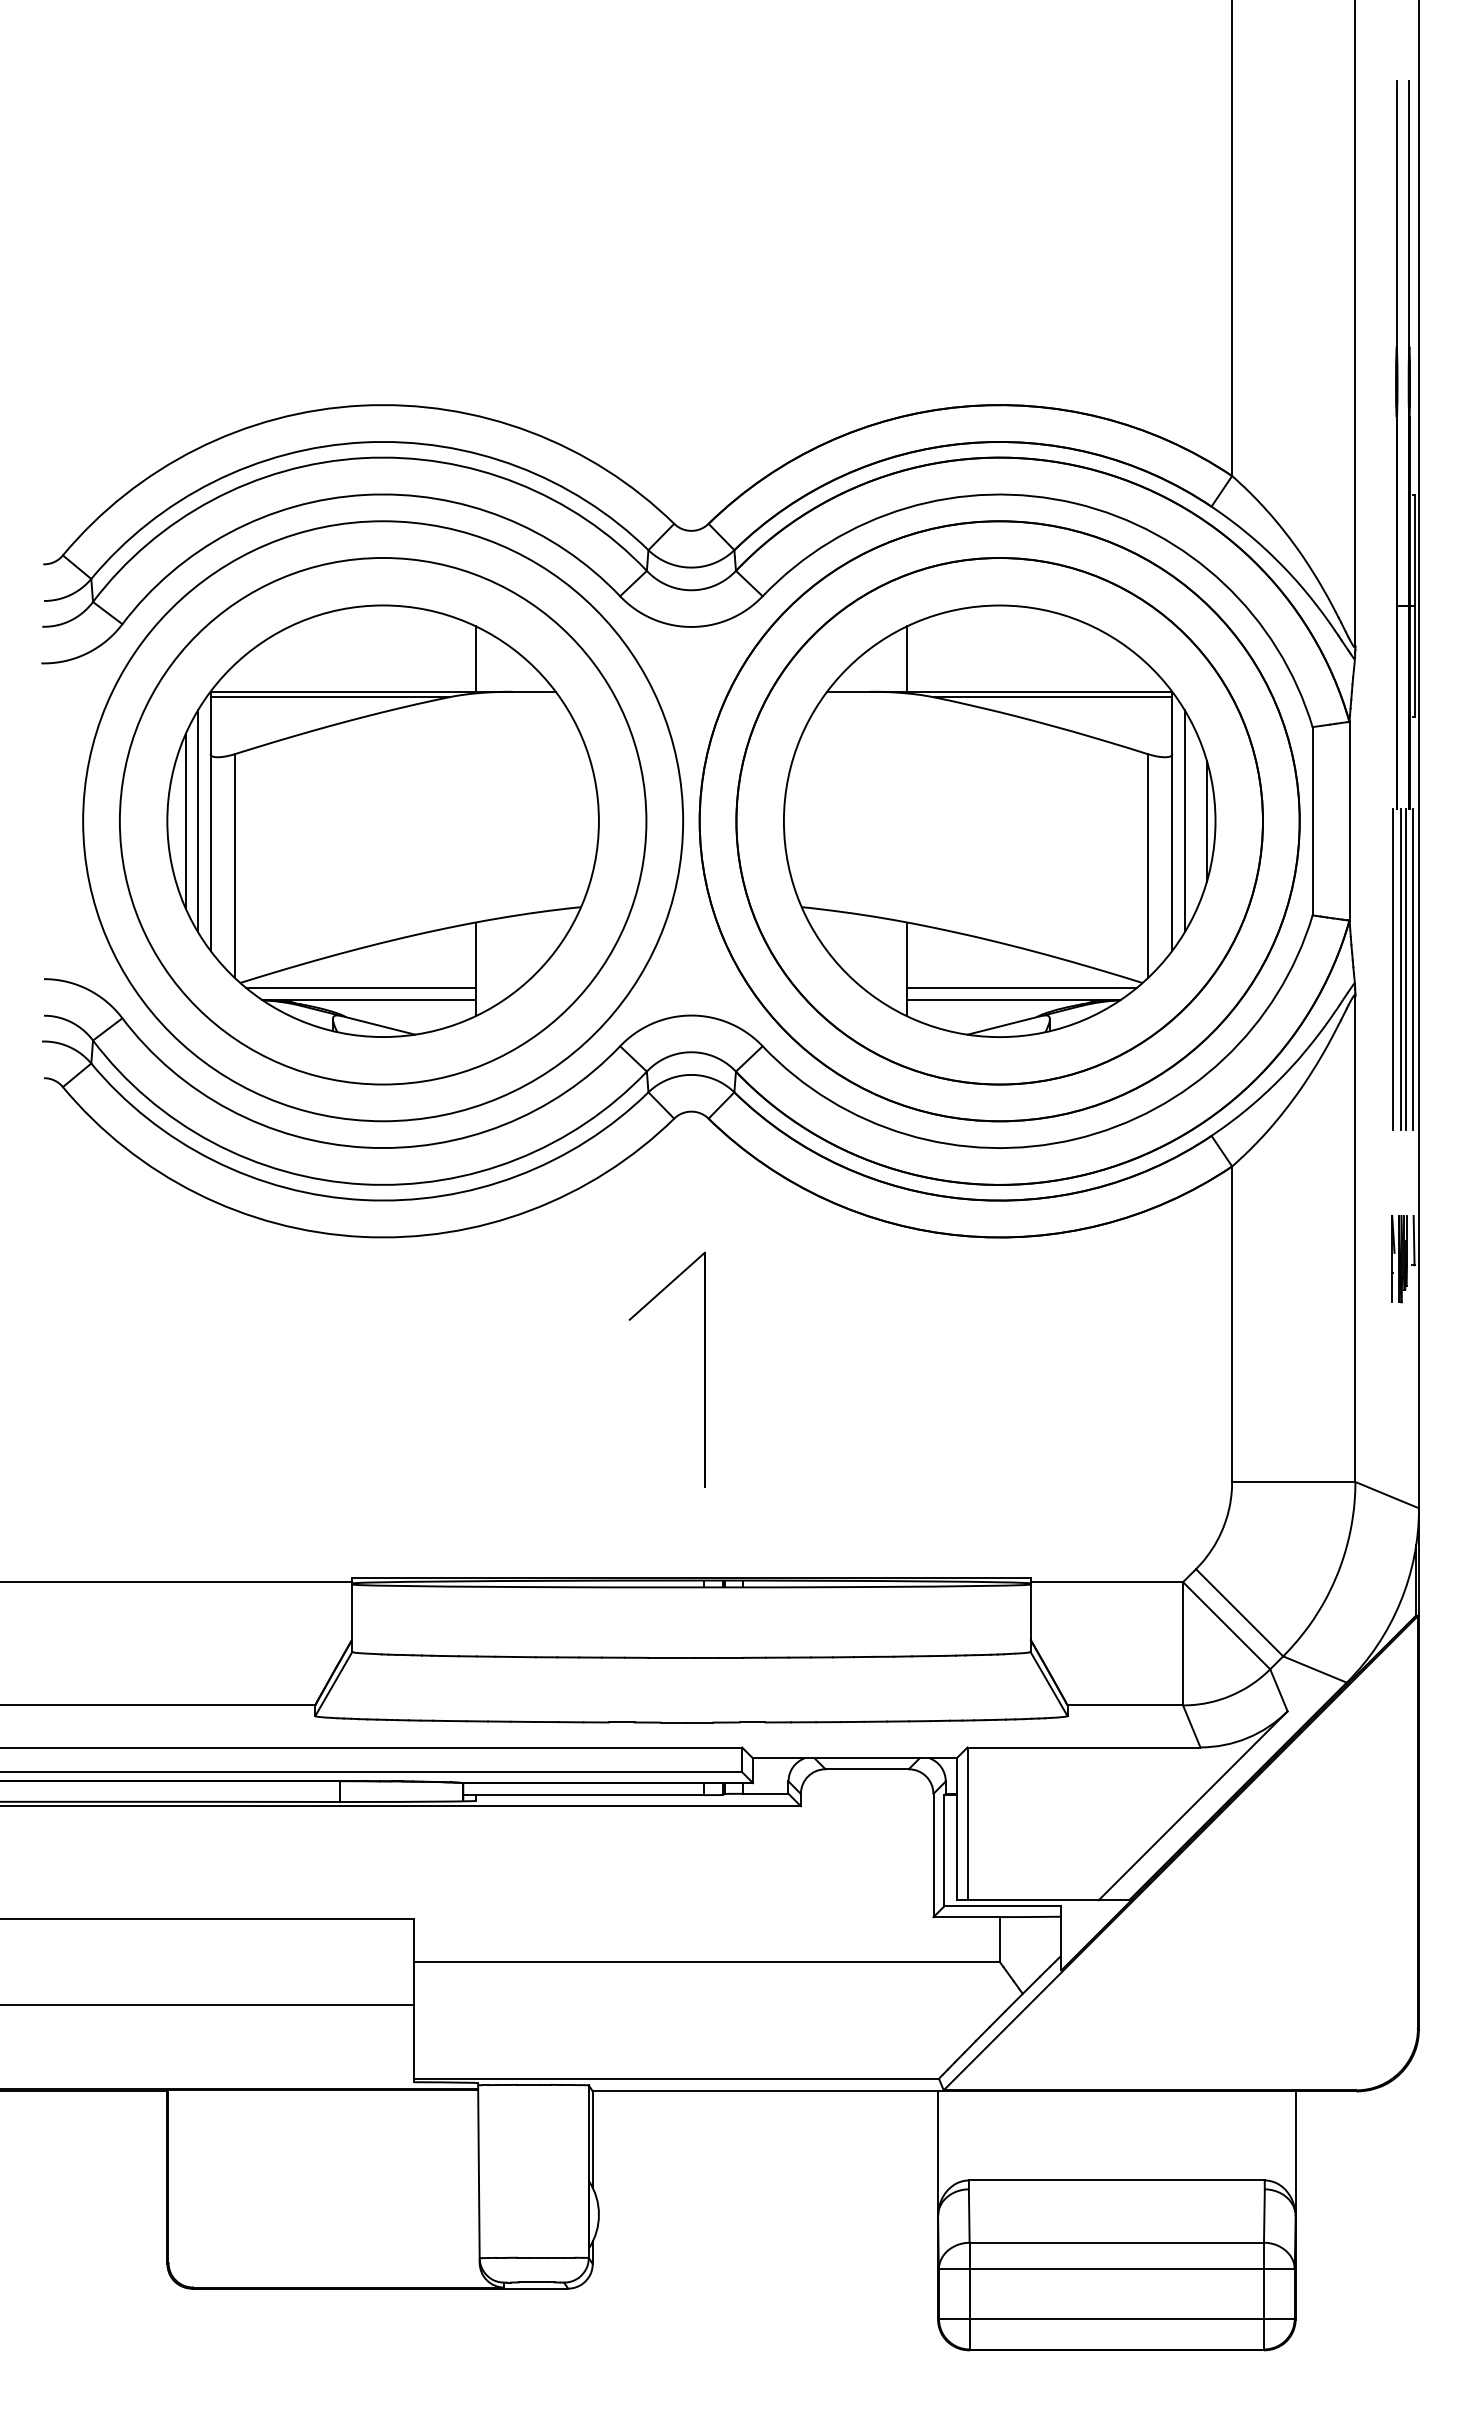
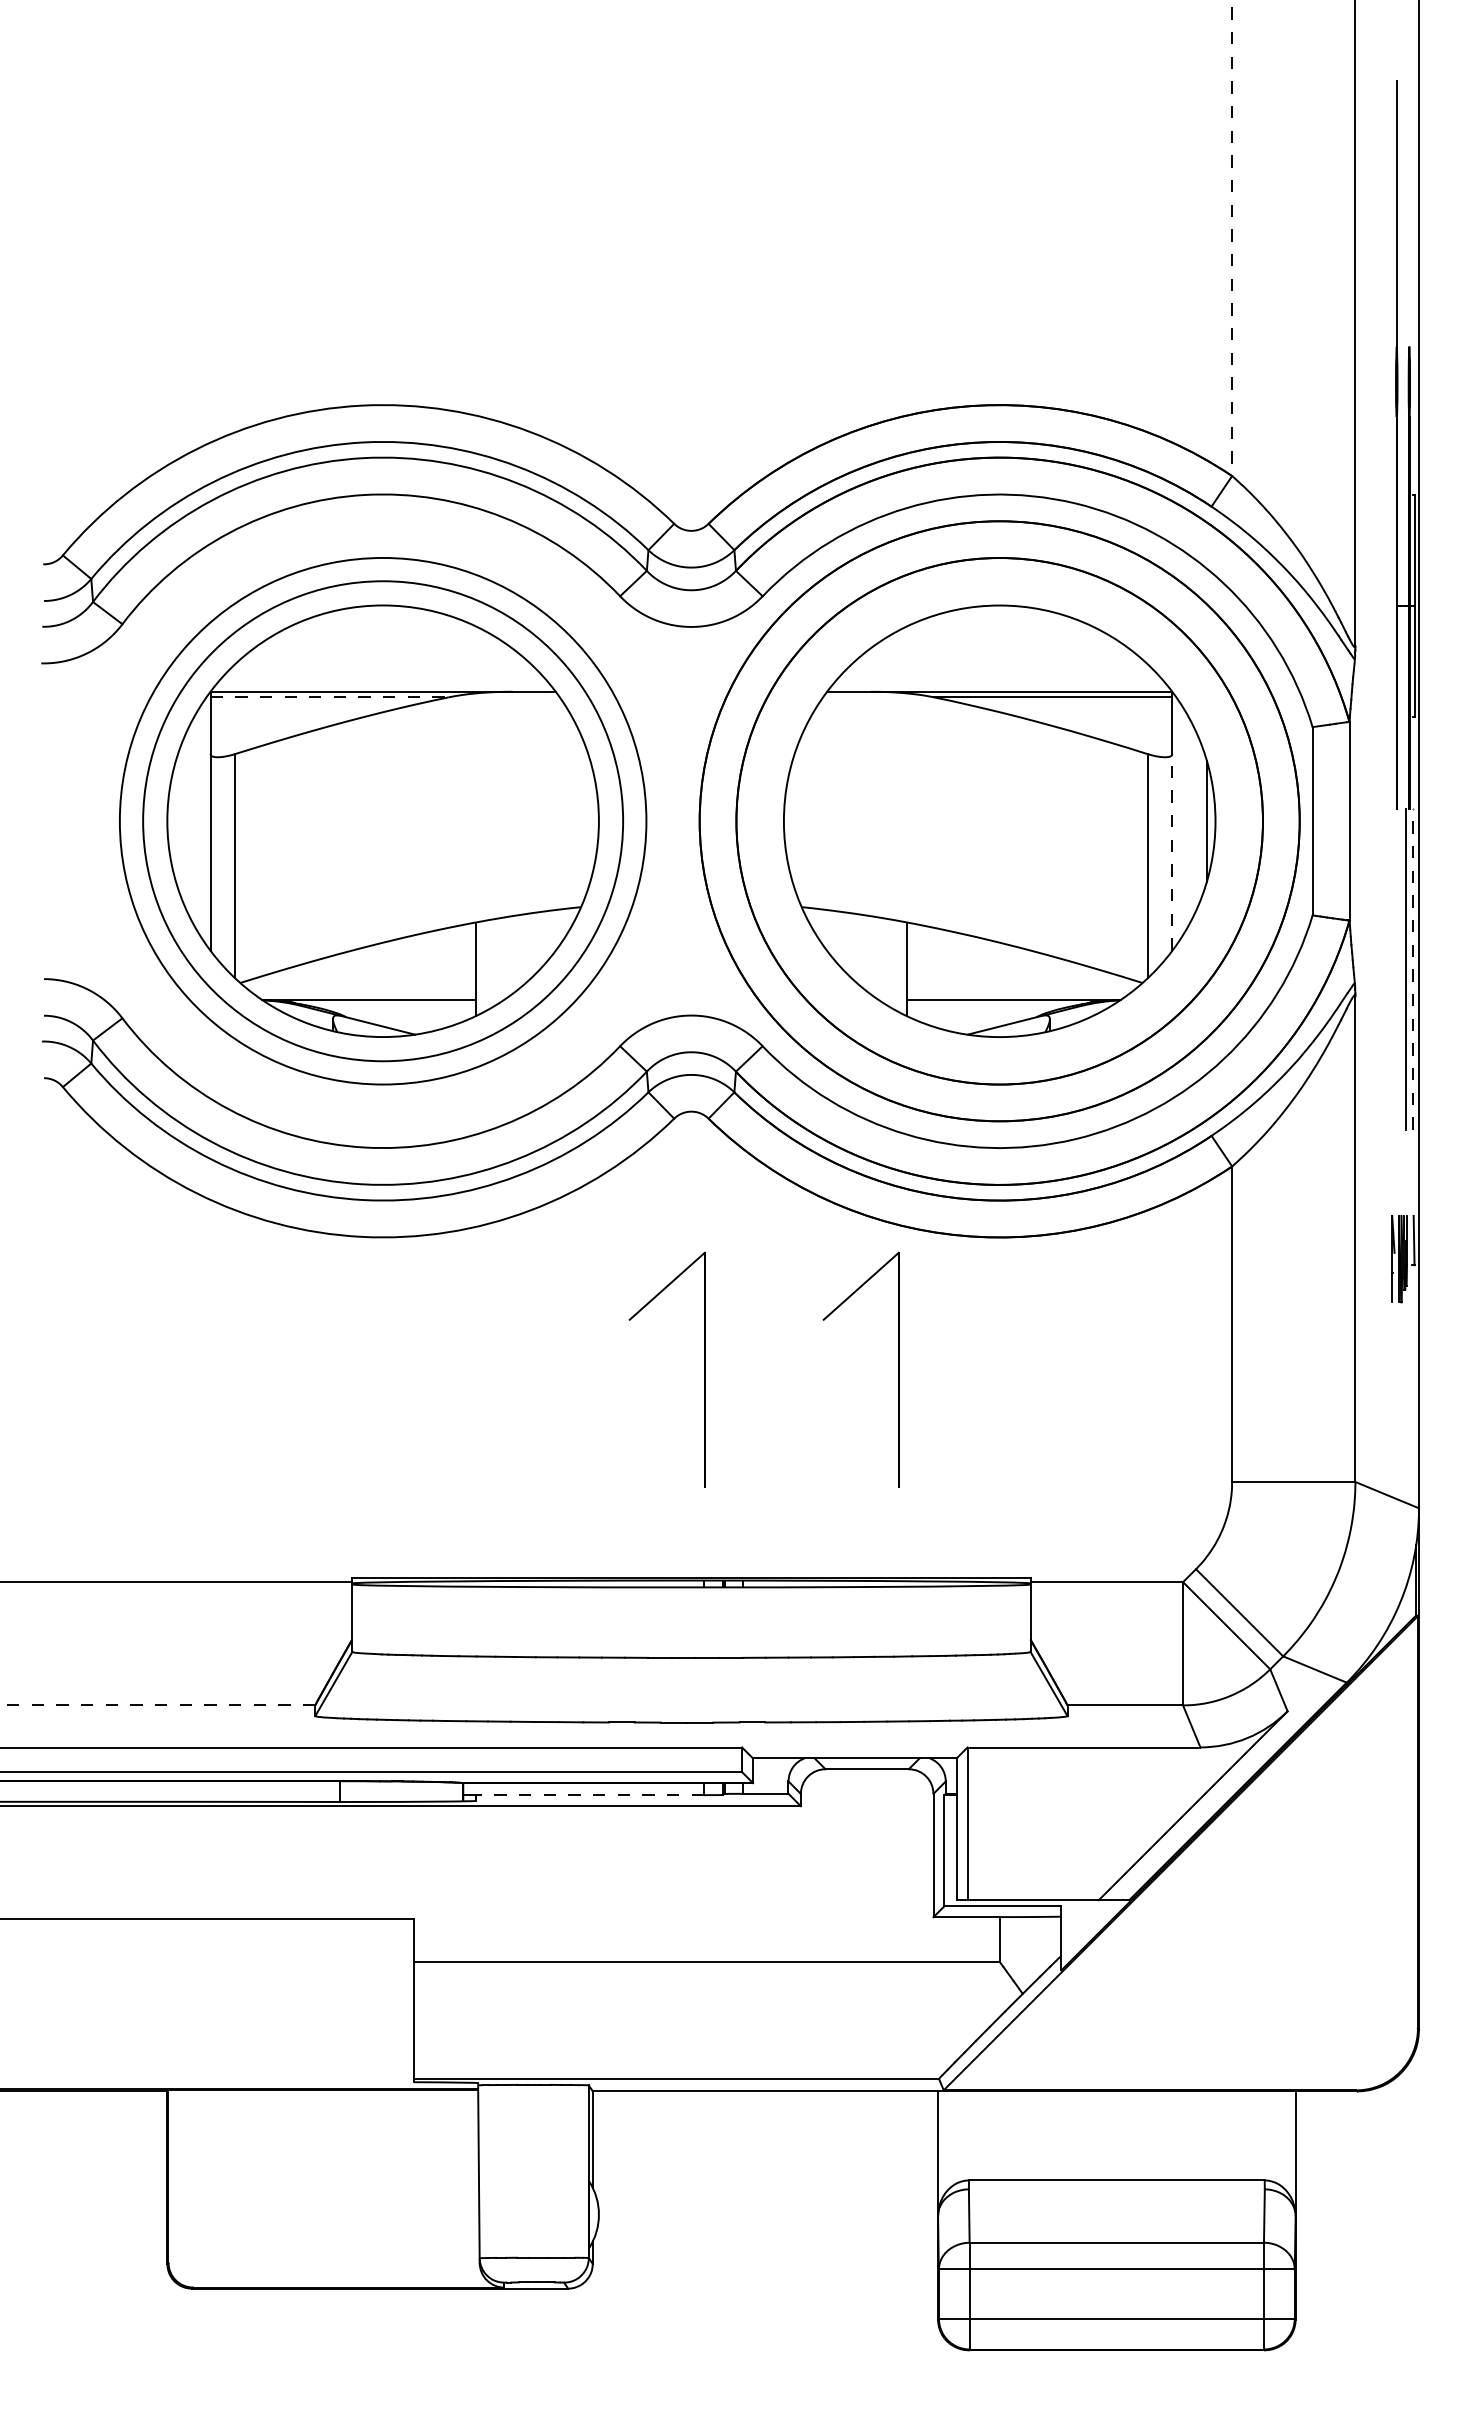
line at (1409, 213): present -> none
line at (1232, 238): solid -> dashed
line at (475, 658): present -> none
line at (907, 658): present -> none
line at (330, 697): solid -> dashed
line at (185, 821): present -> none
line at (198, 821): present -> none
circle at (383, 821) diameter: 600 px -> 480 px
line at (1184, 821): present -> none
line at (1172, 851): solid -> dashed
line at (1393, 968): present -> none
line at (1400, 968): present -> none
line at (1413, 968): solid -> dashed
line at (360, 987): present -> none
line at (1021, 987): present -> none
part at (898, 1369): none -> present
line at (157, 1705): solid -> dashed
line at (589, 1795): solid -> dashed
line at (208, 2005): present -> none
